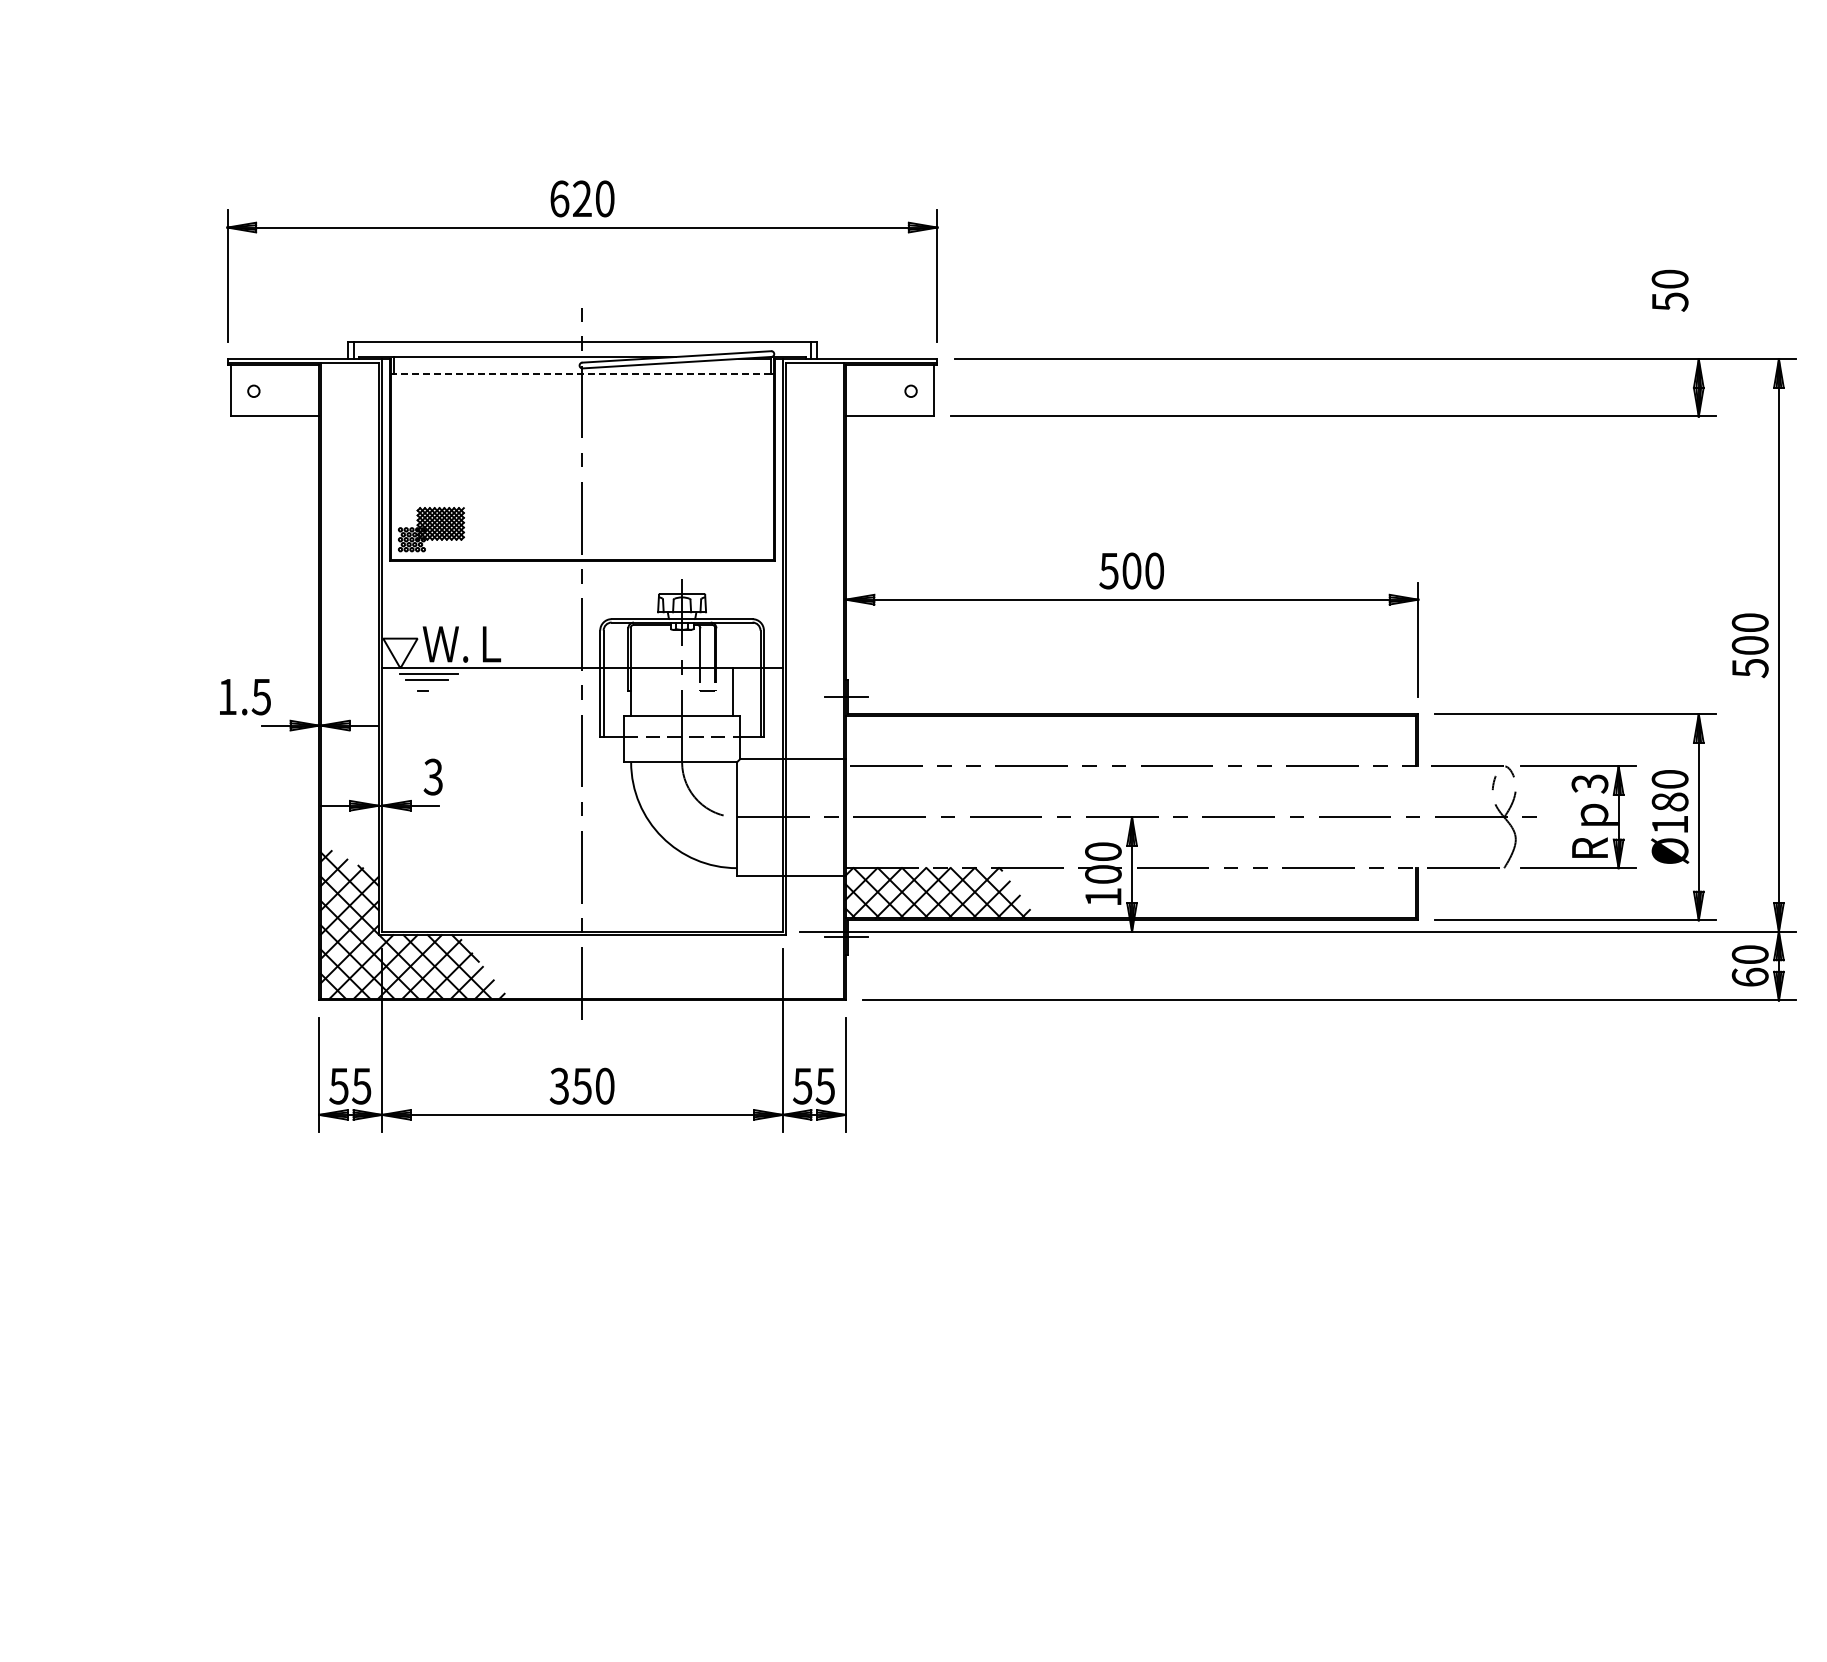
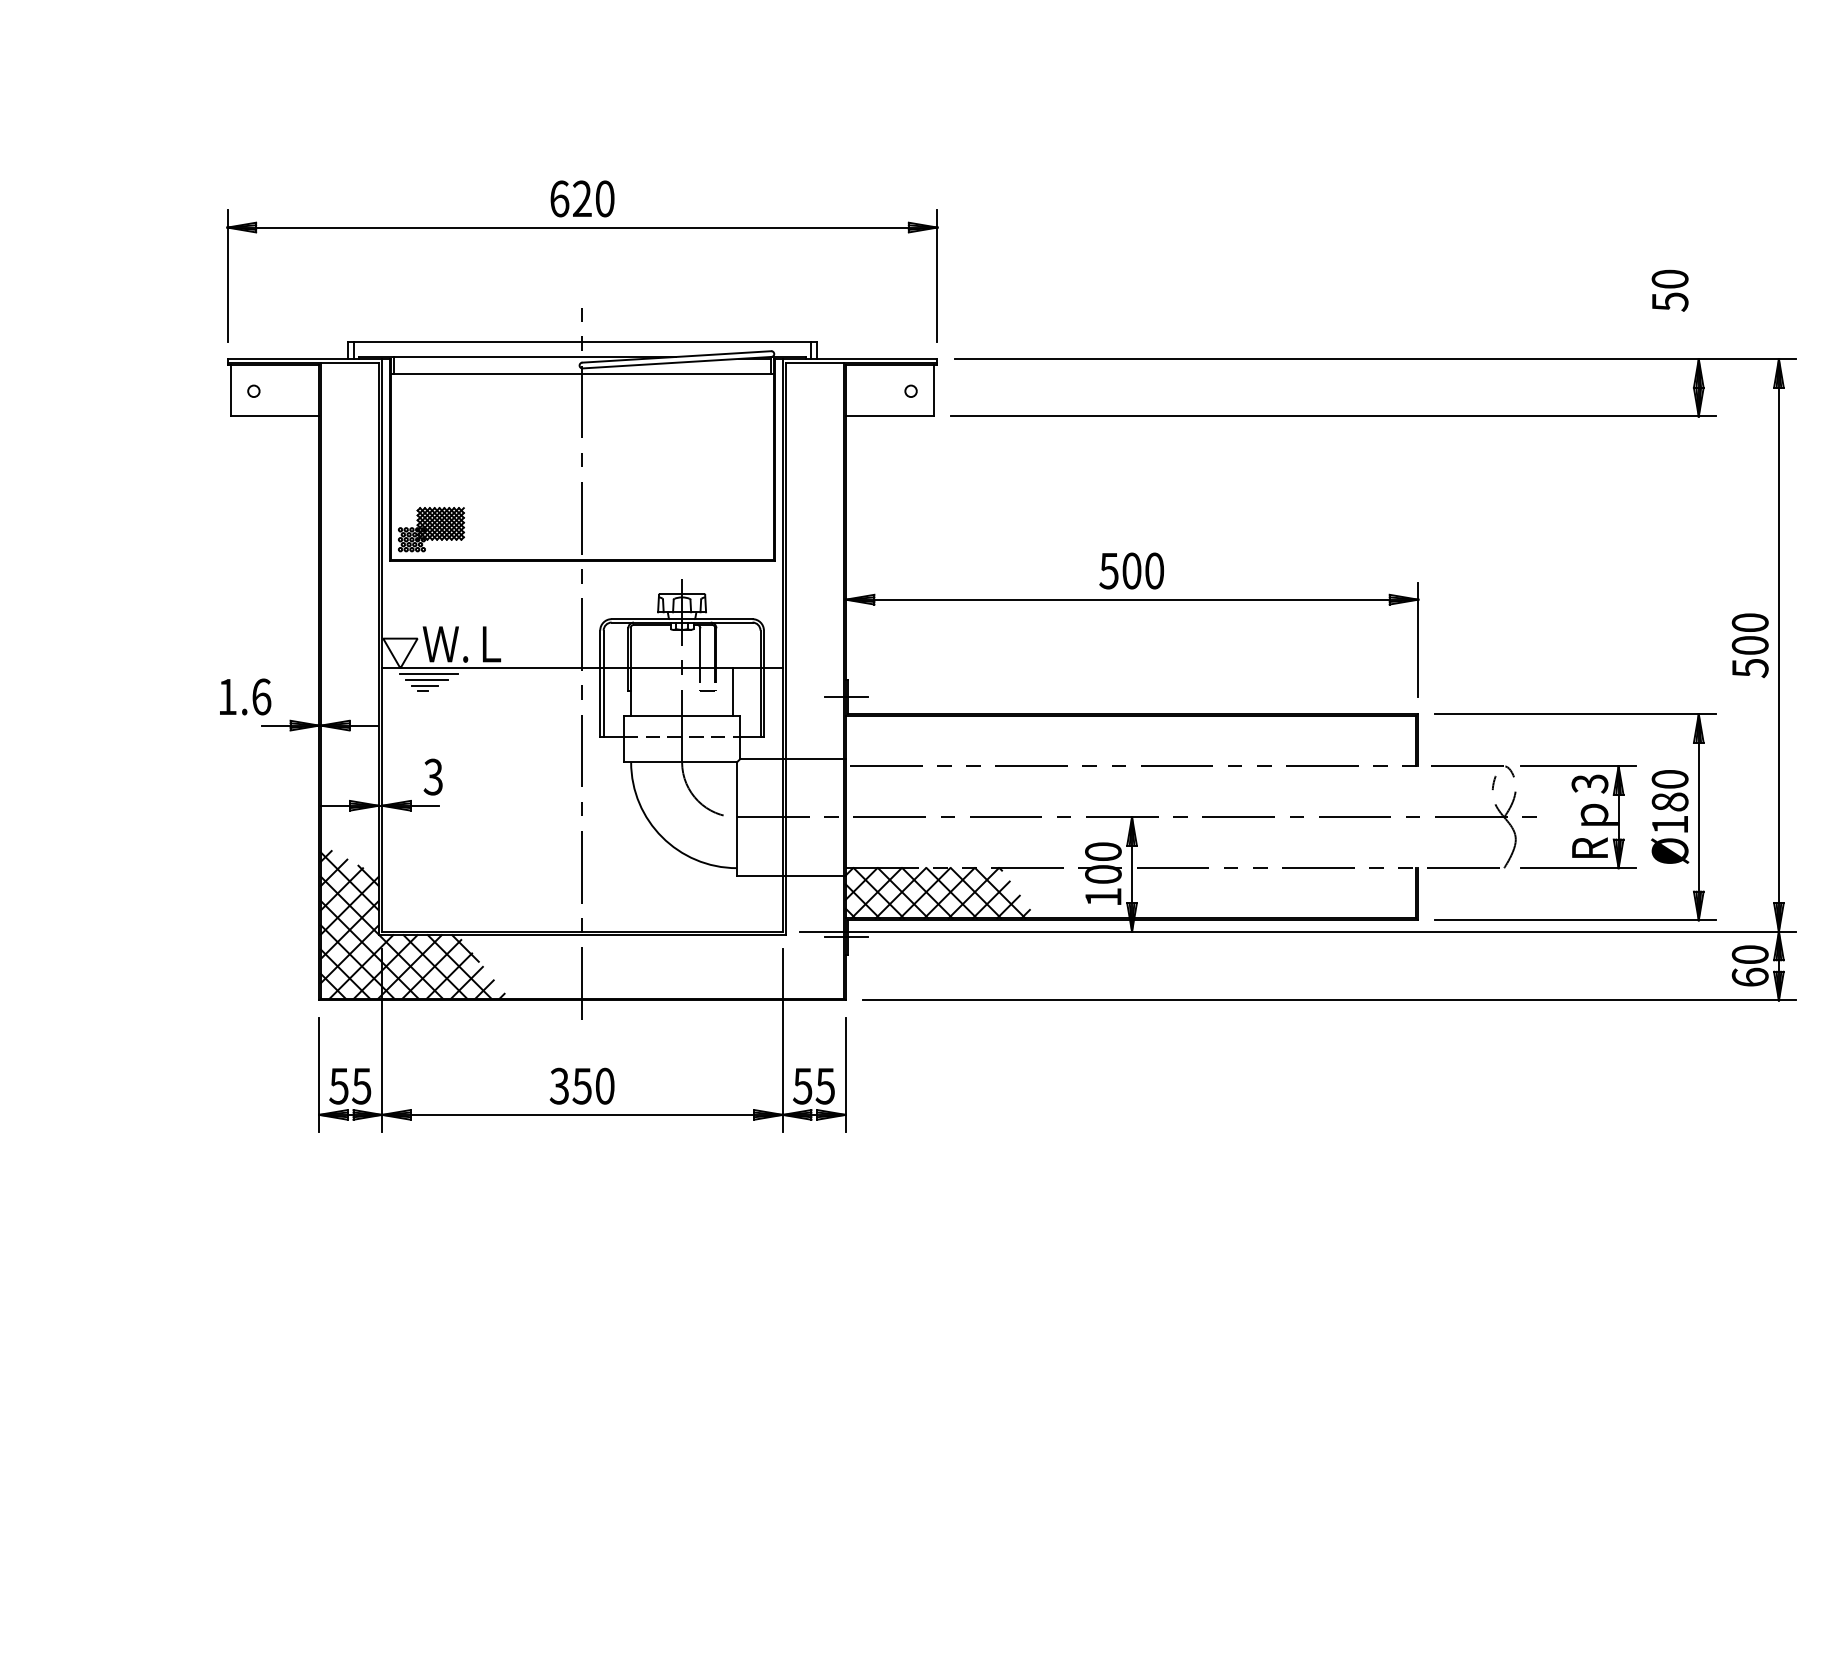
line at (582, 374): dashed -> solid
line at (424, 685): none -> present
text at (261, 696): 1.5 -> 1.6
